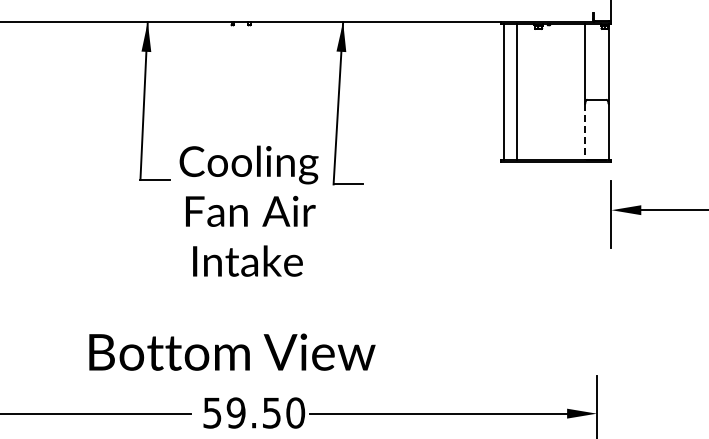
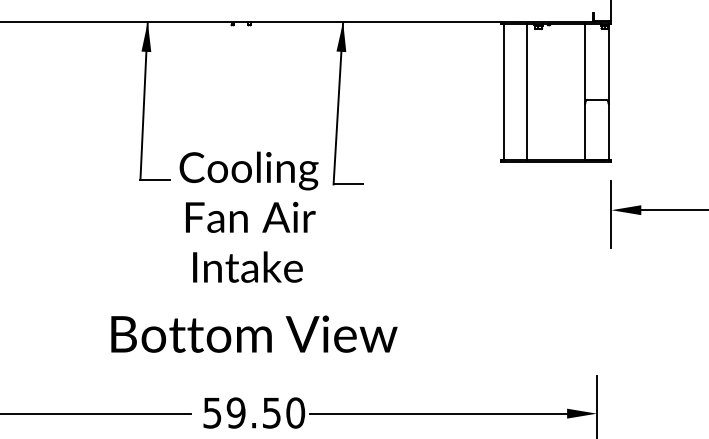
line at (517, 91) position: (517, 91) -> (527, 91)
line at (585, 132): dashed -> solid
text at (248, 210) position: (248, 210) -> (248, 216)
text at (232, 351) position: (232, 351) -> (254, 333)
